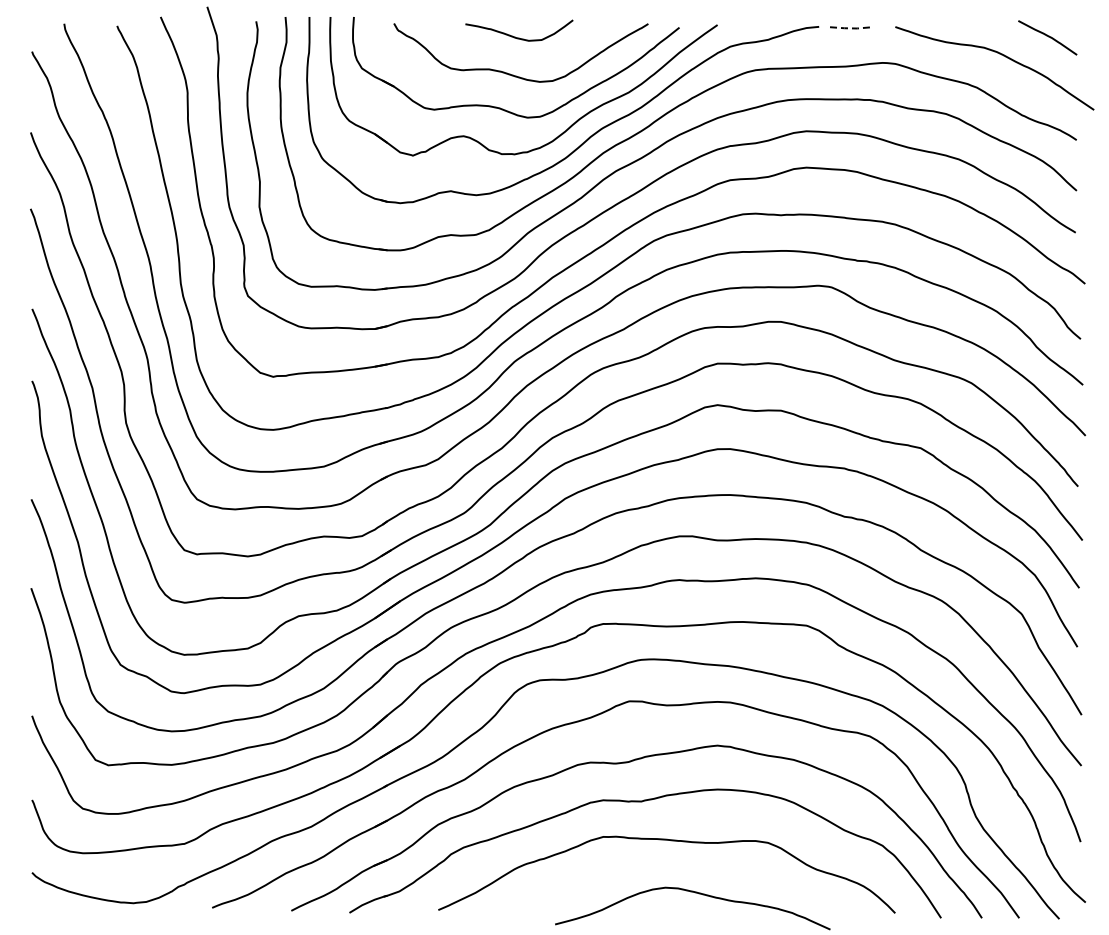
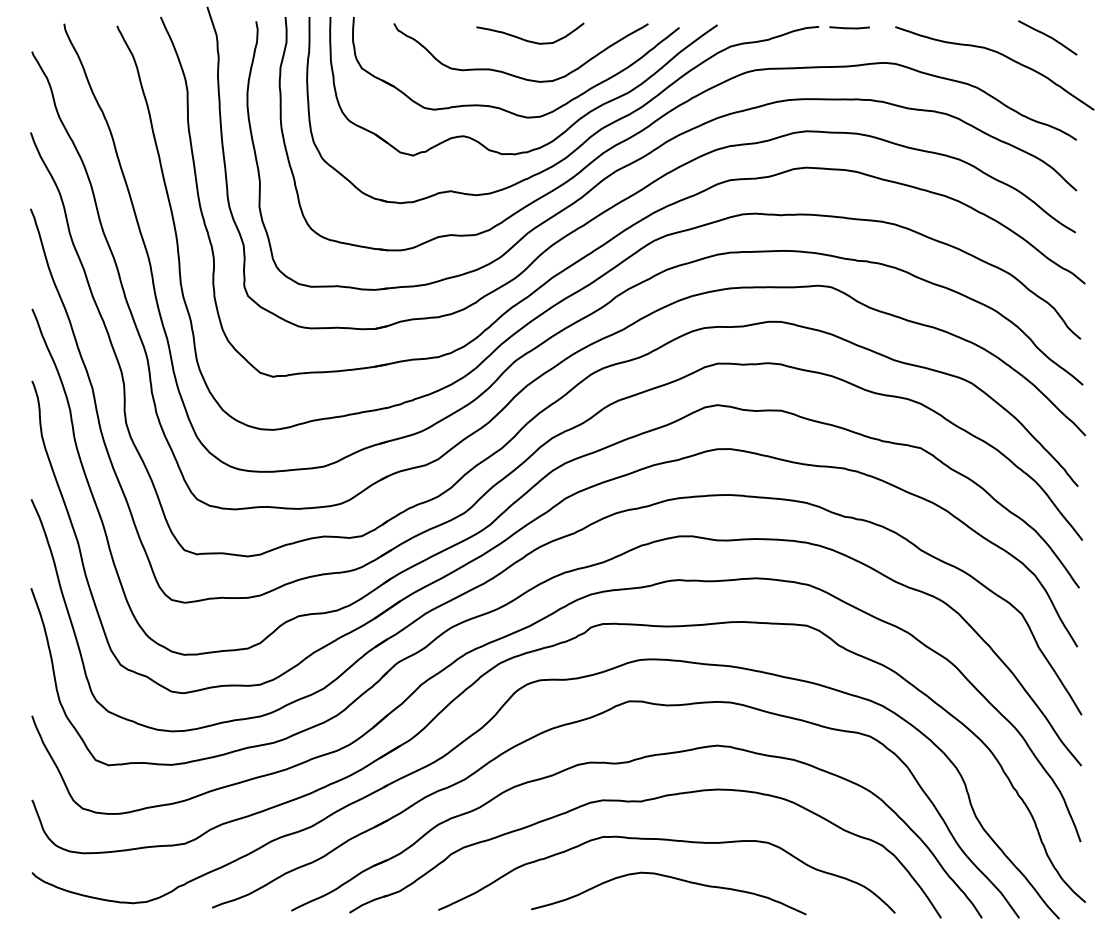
line at (849, 28): dashed -> solid
curve at (519, 37) position: (519, 37) -> (530, 40)
curve at (695, 893) position: (695, 893) -> (671, 878)
